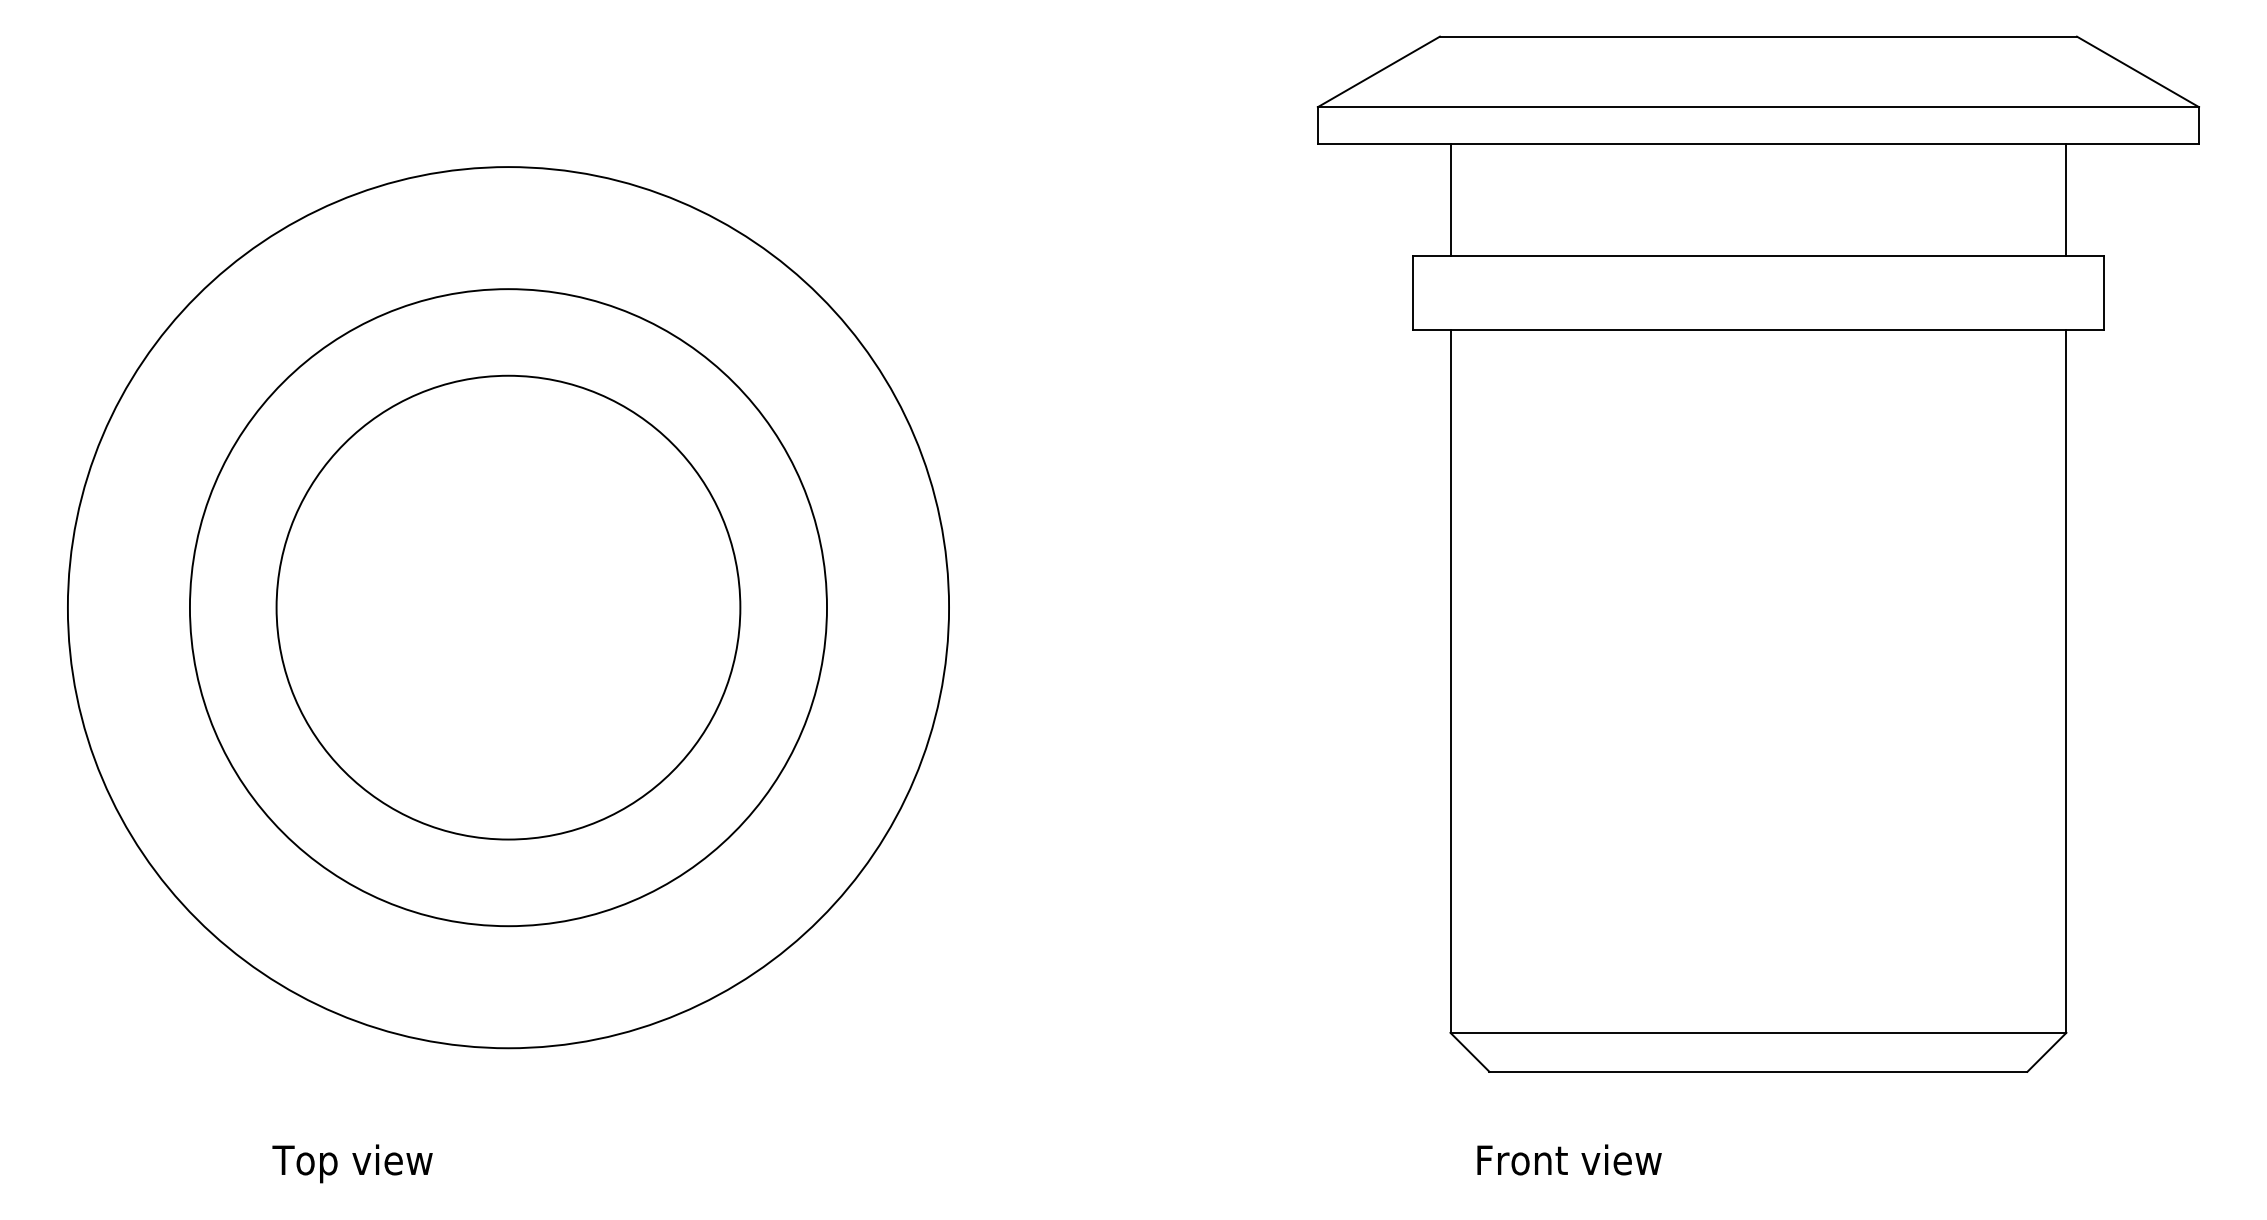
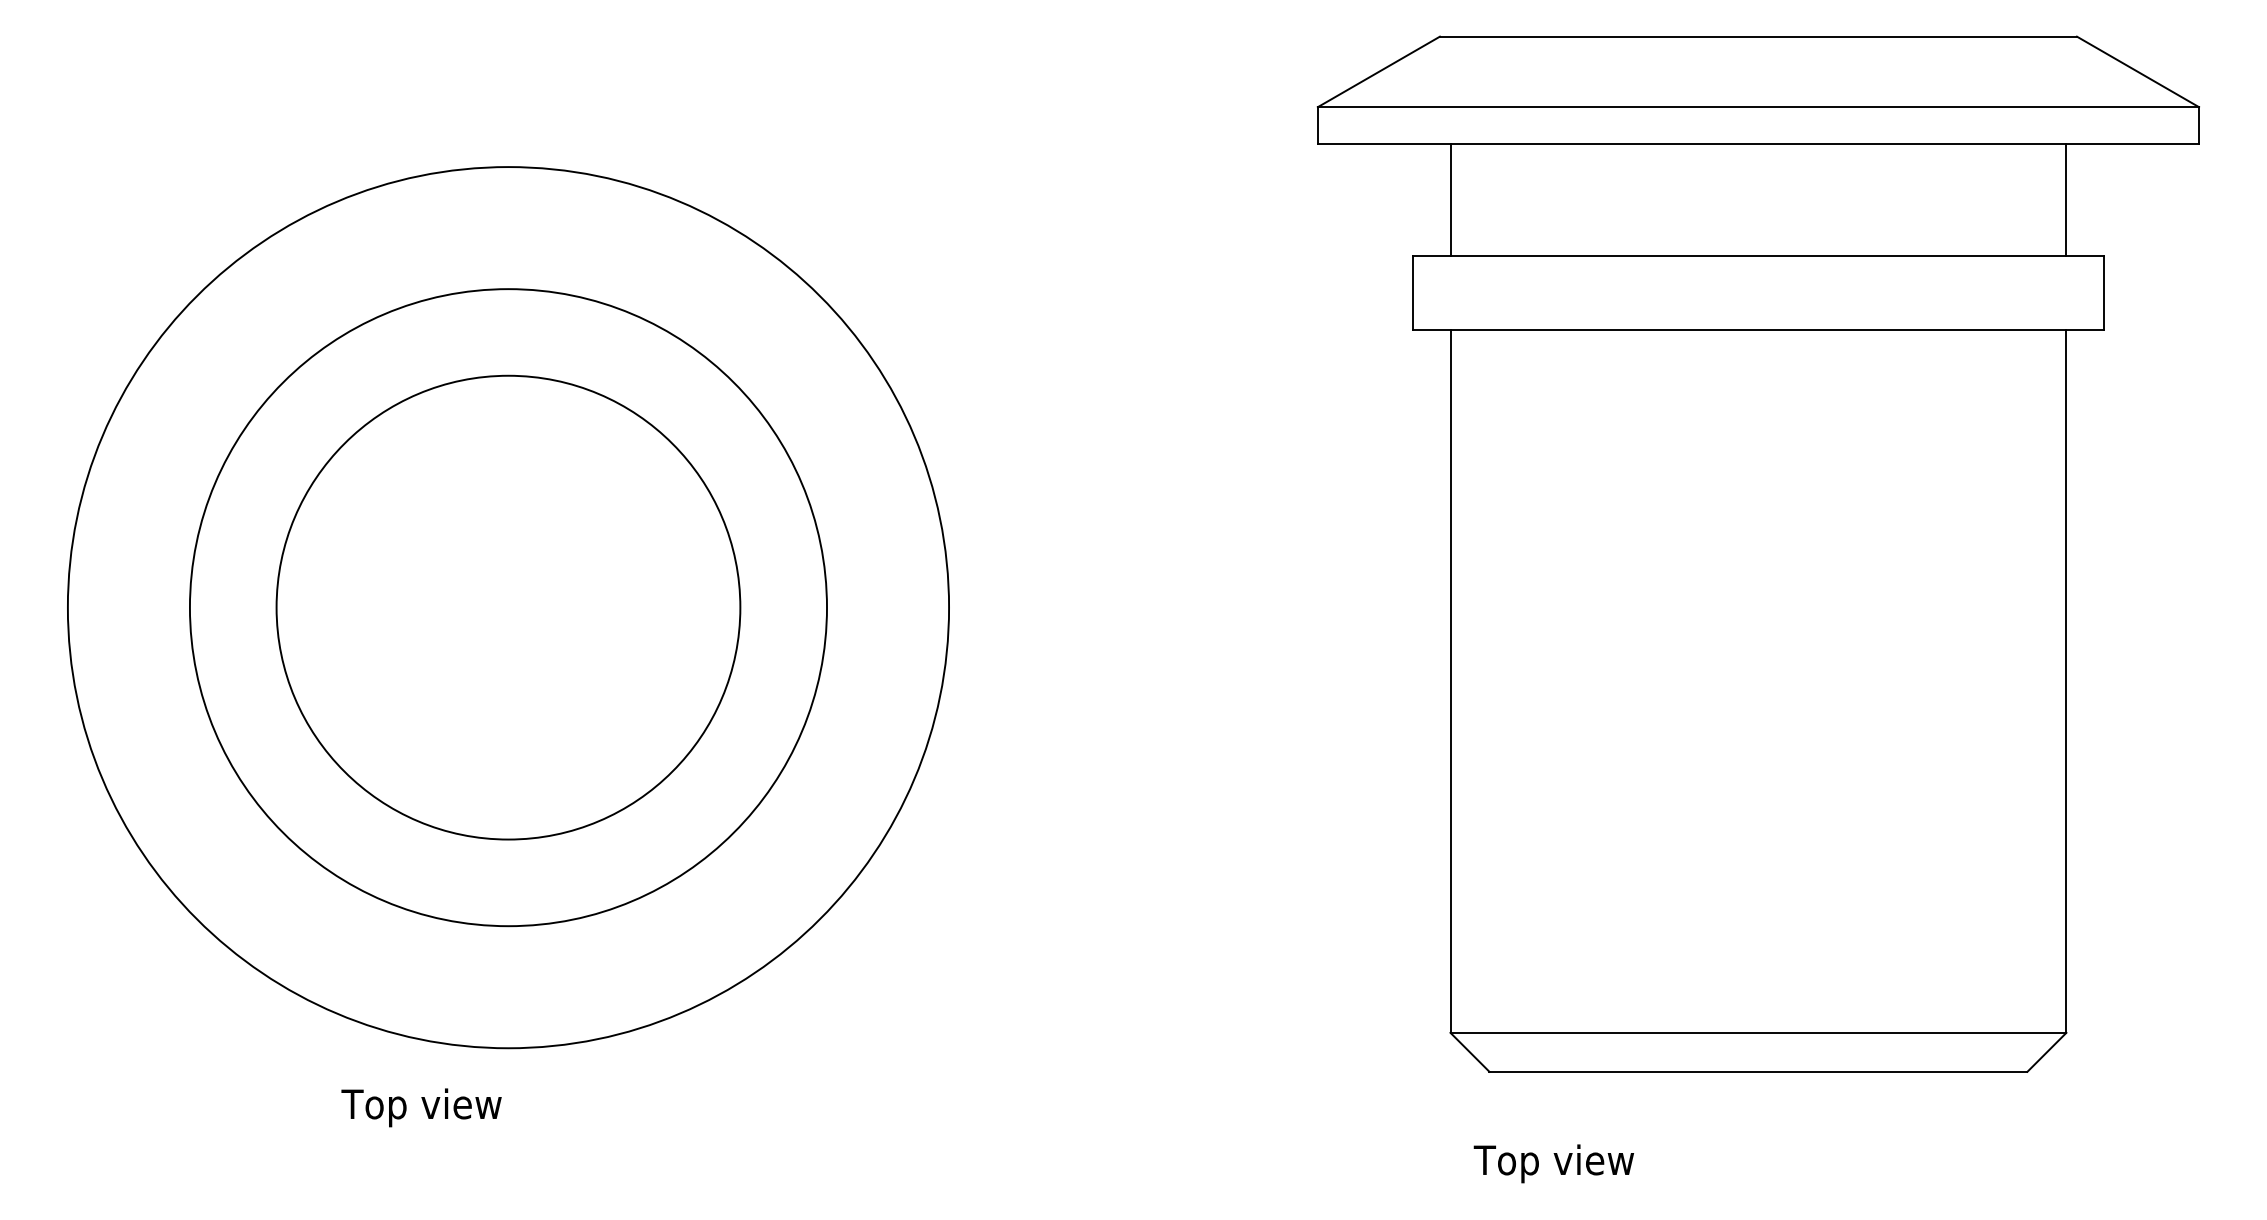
text at (352, 1163) position: (352, 1163) -> (421, 1107)
text at (1567, 1163): Front view -> Top view
